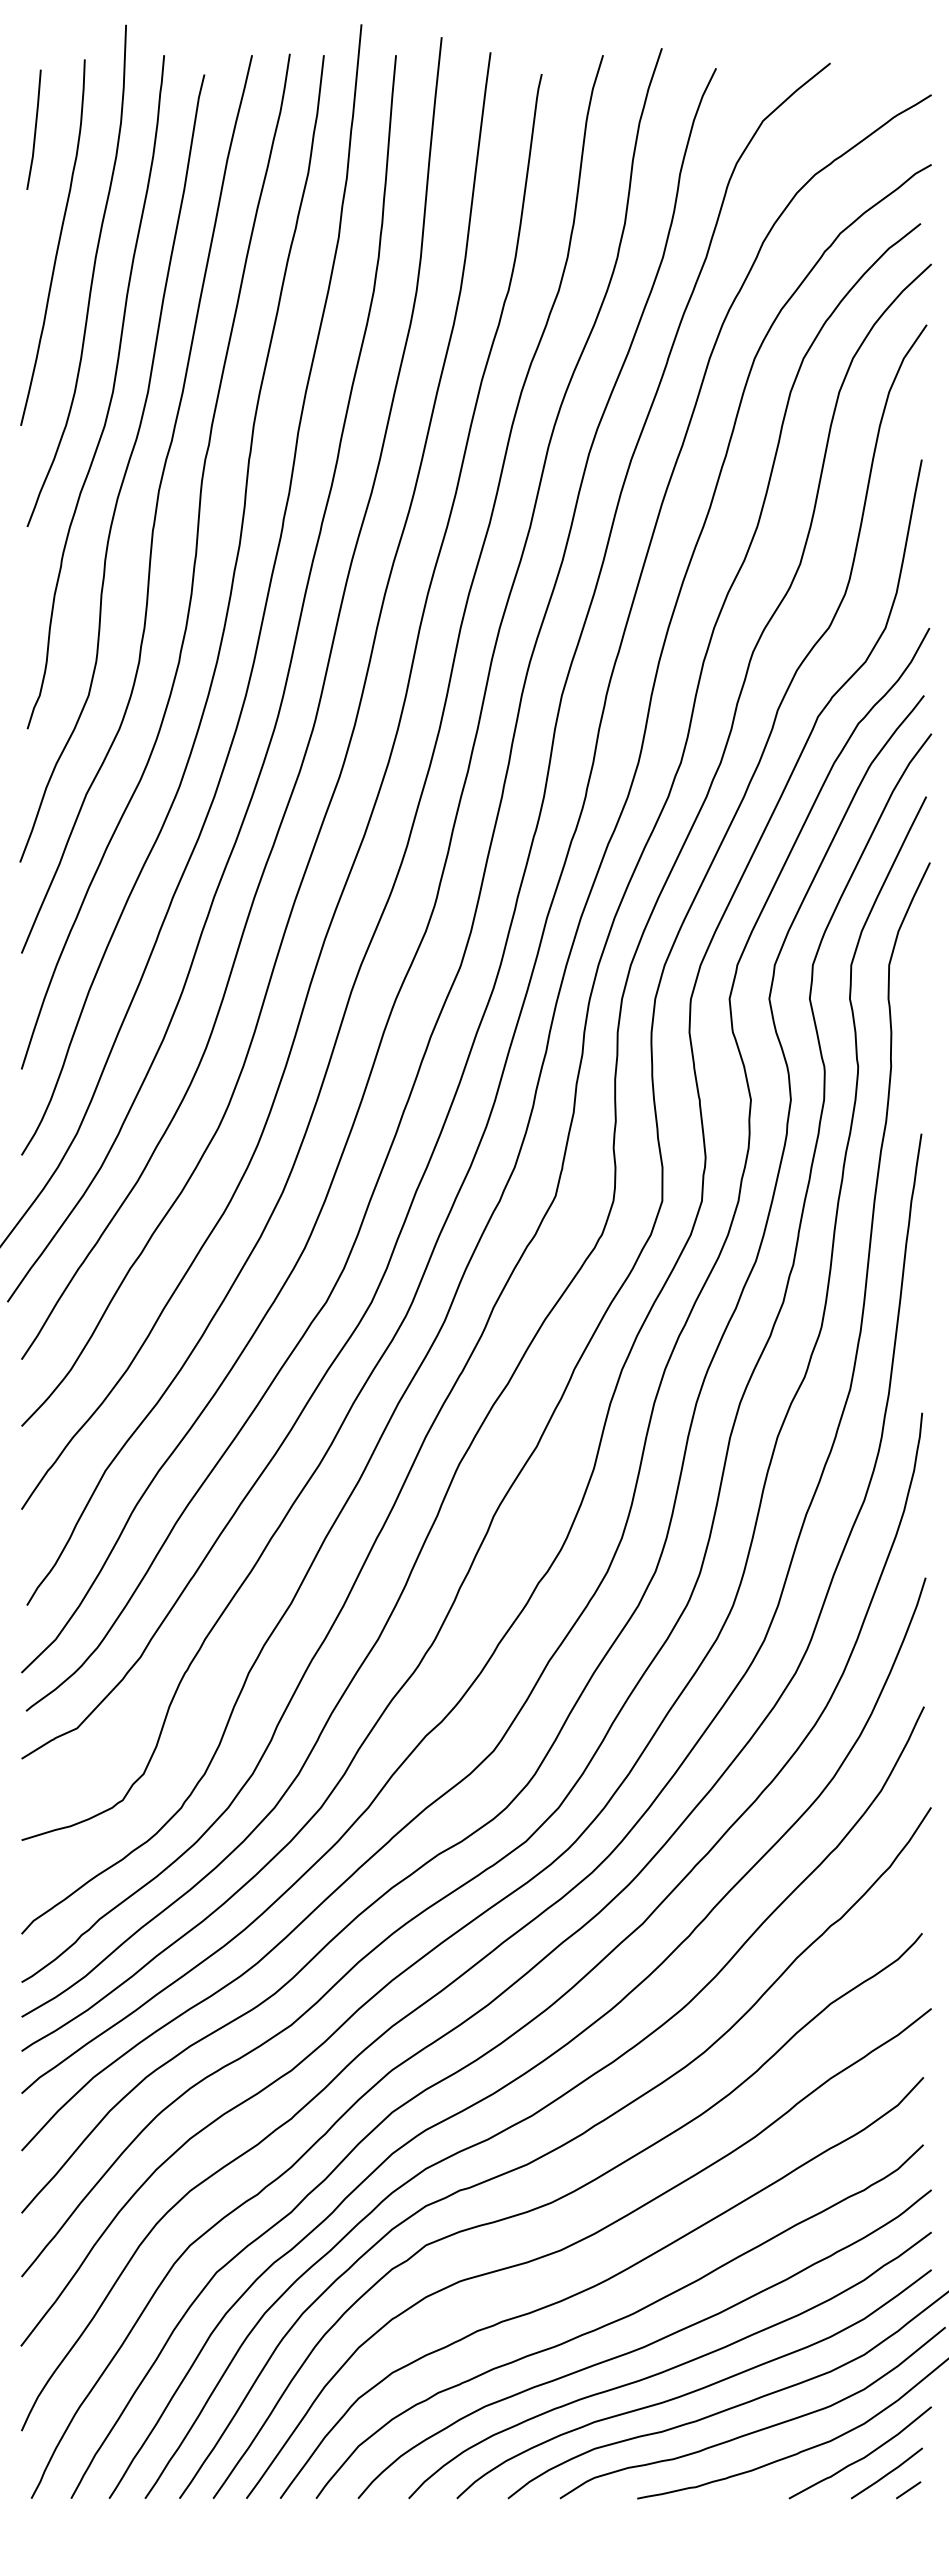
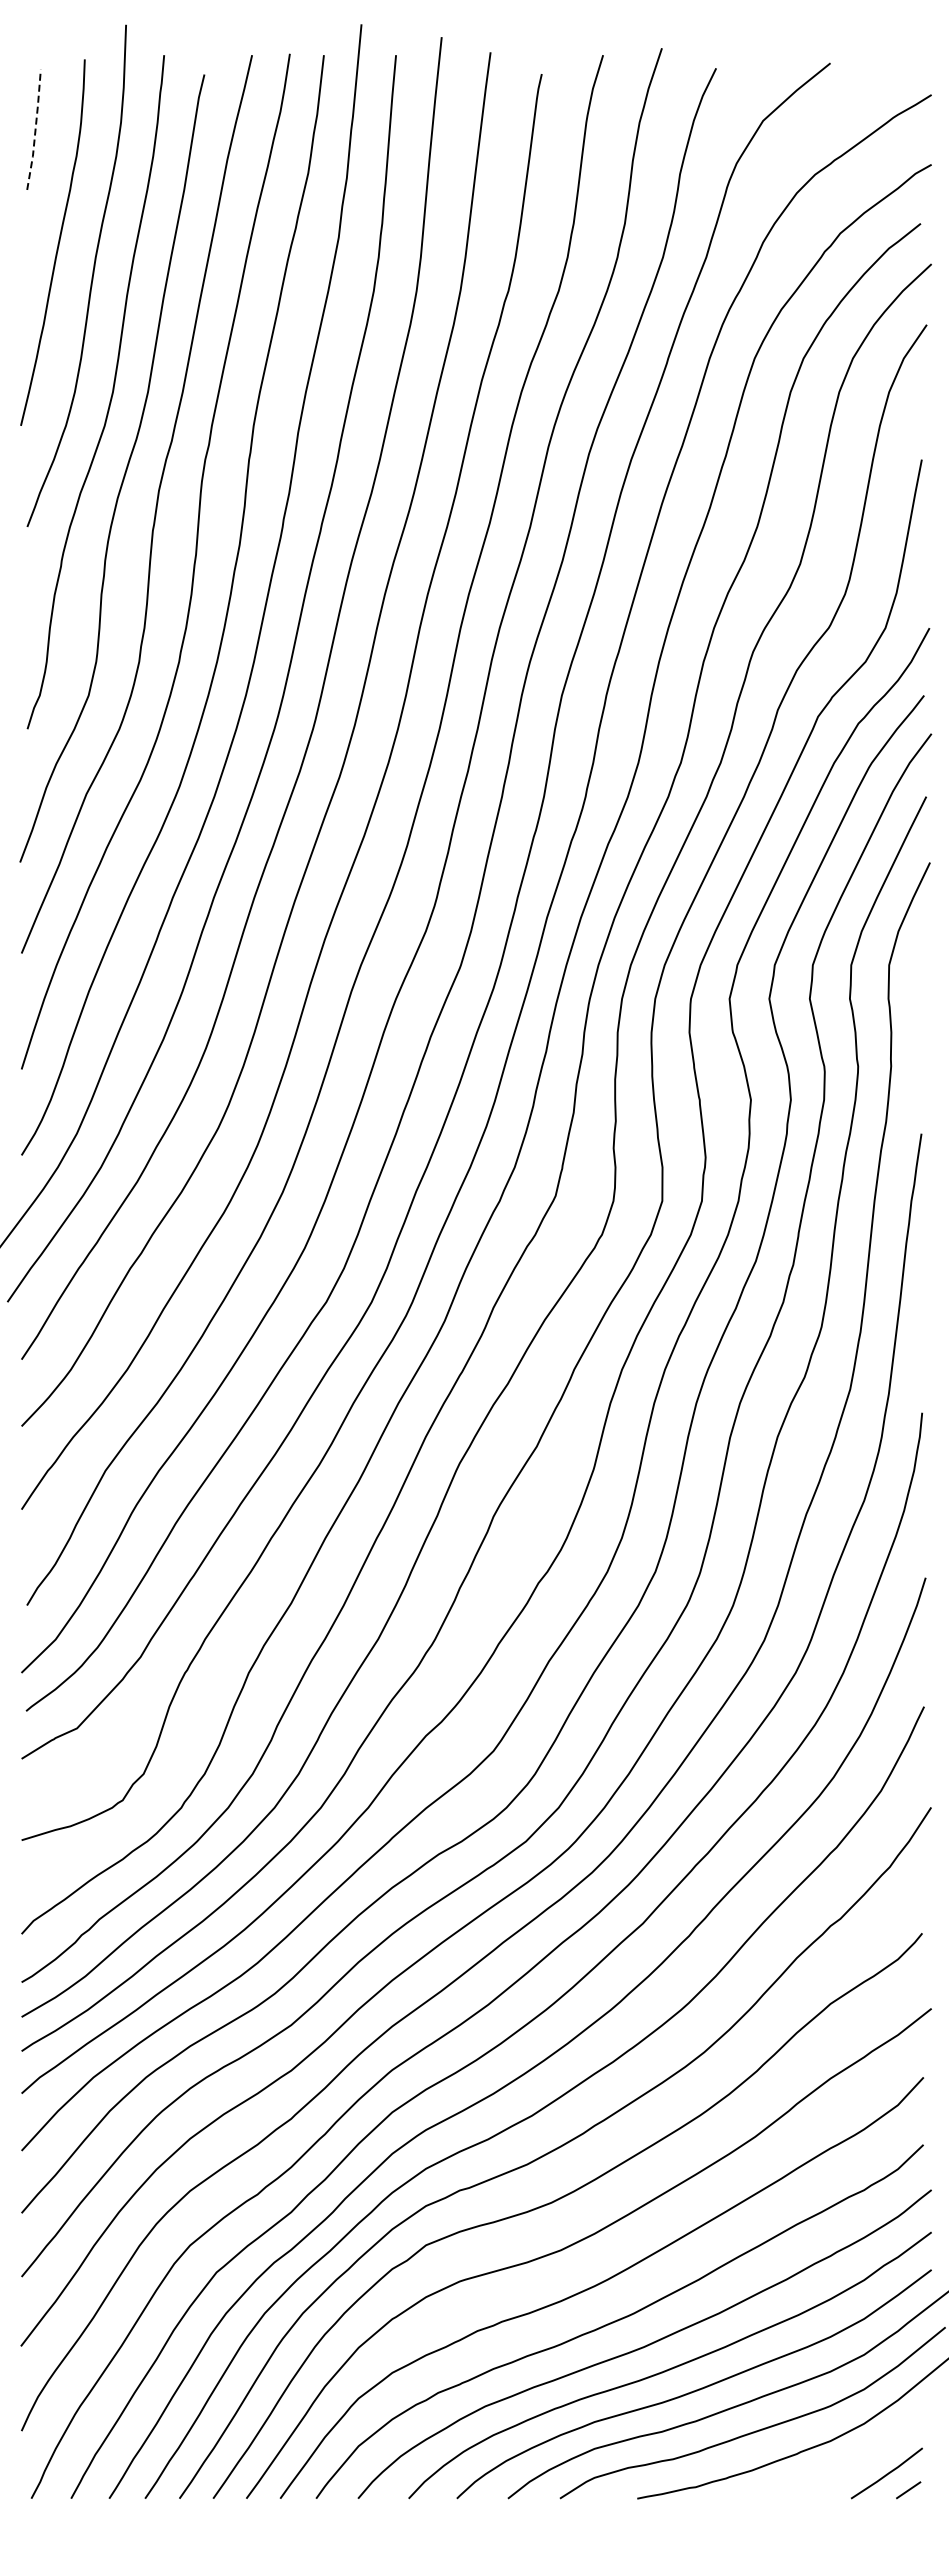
line at (35, 129): solid -> dashed
curve at (862, 2457): present -> none
